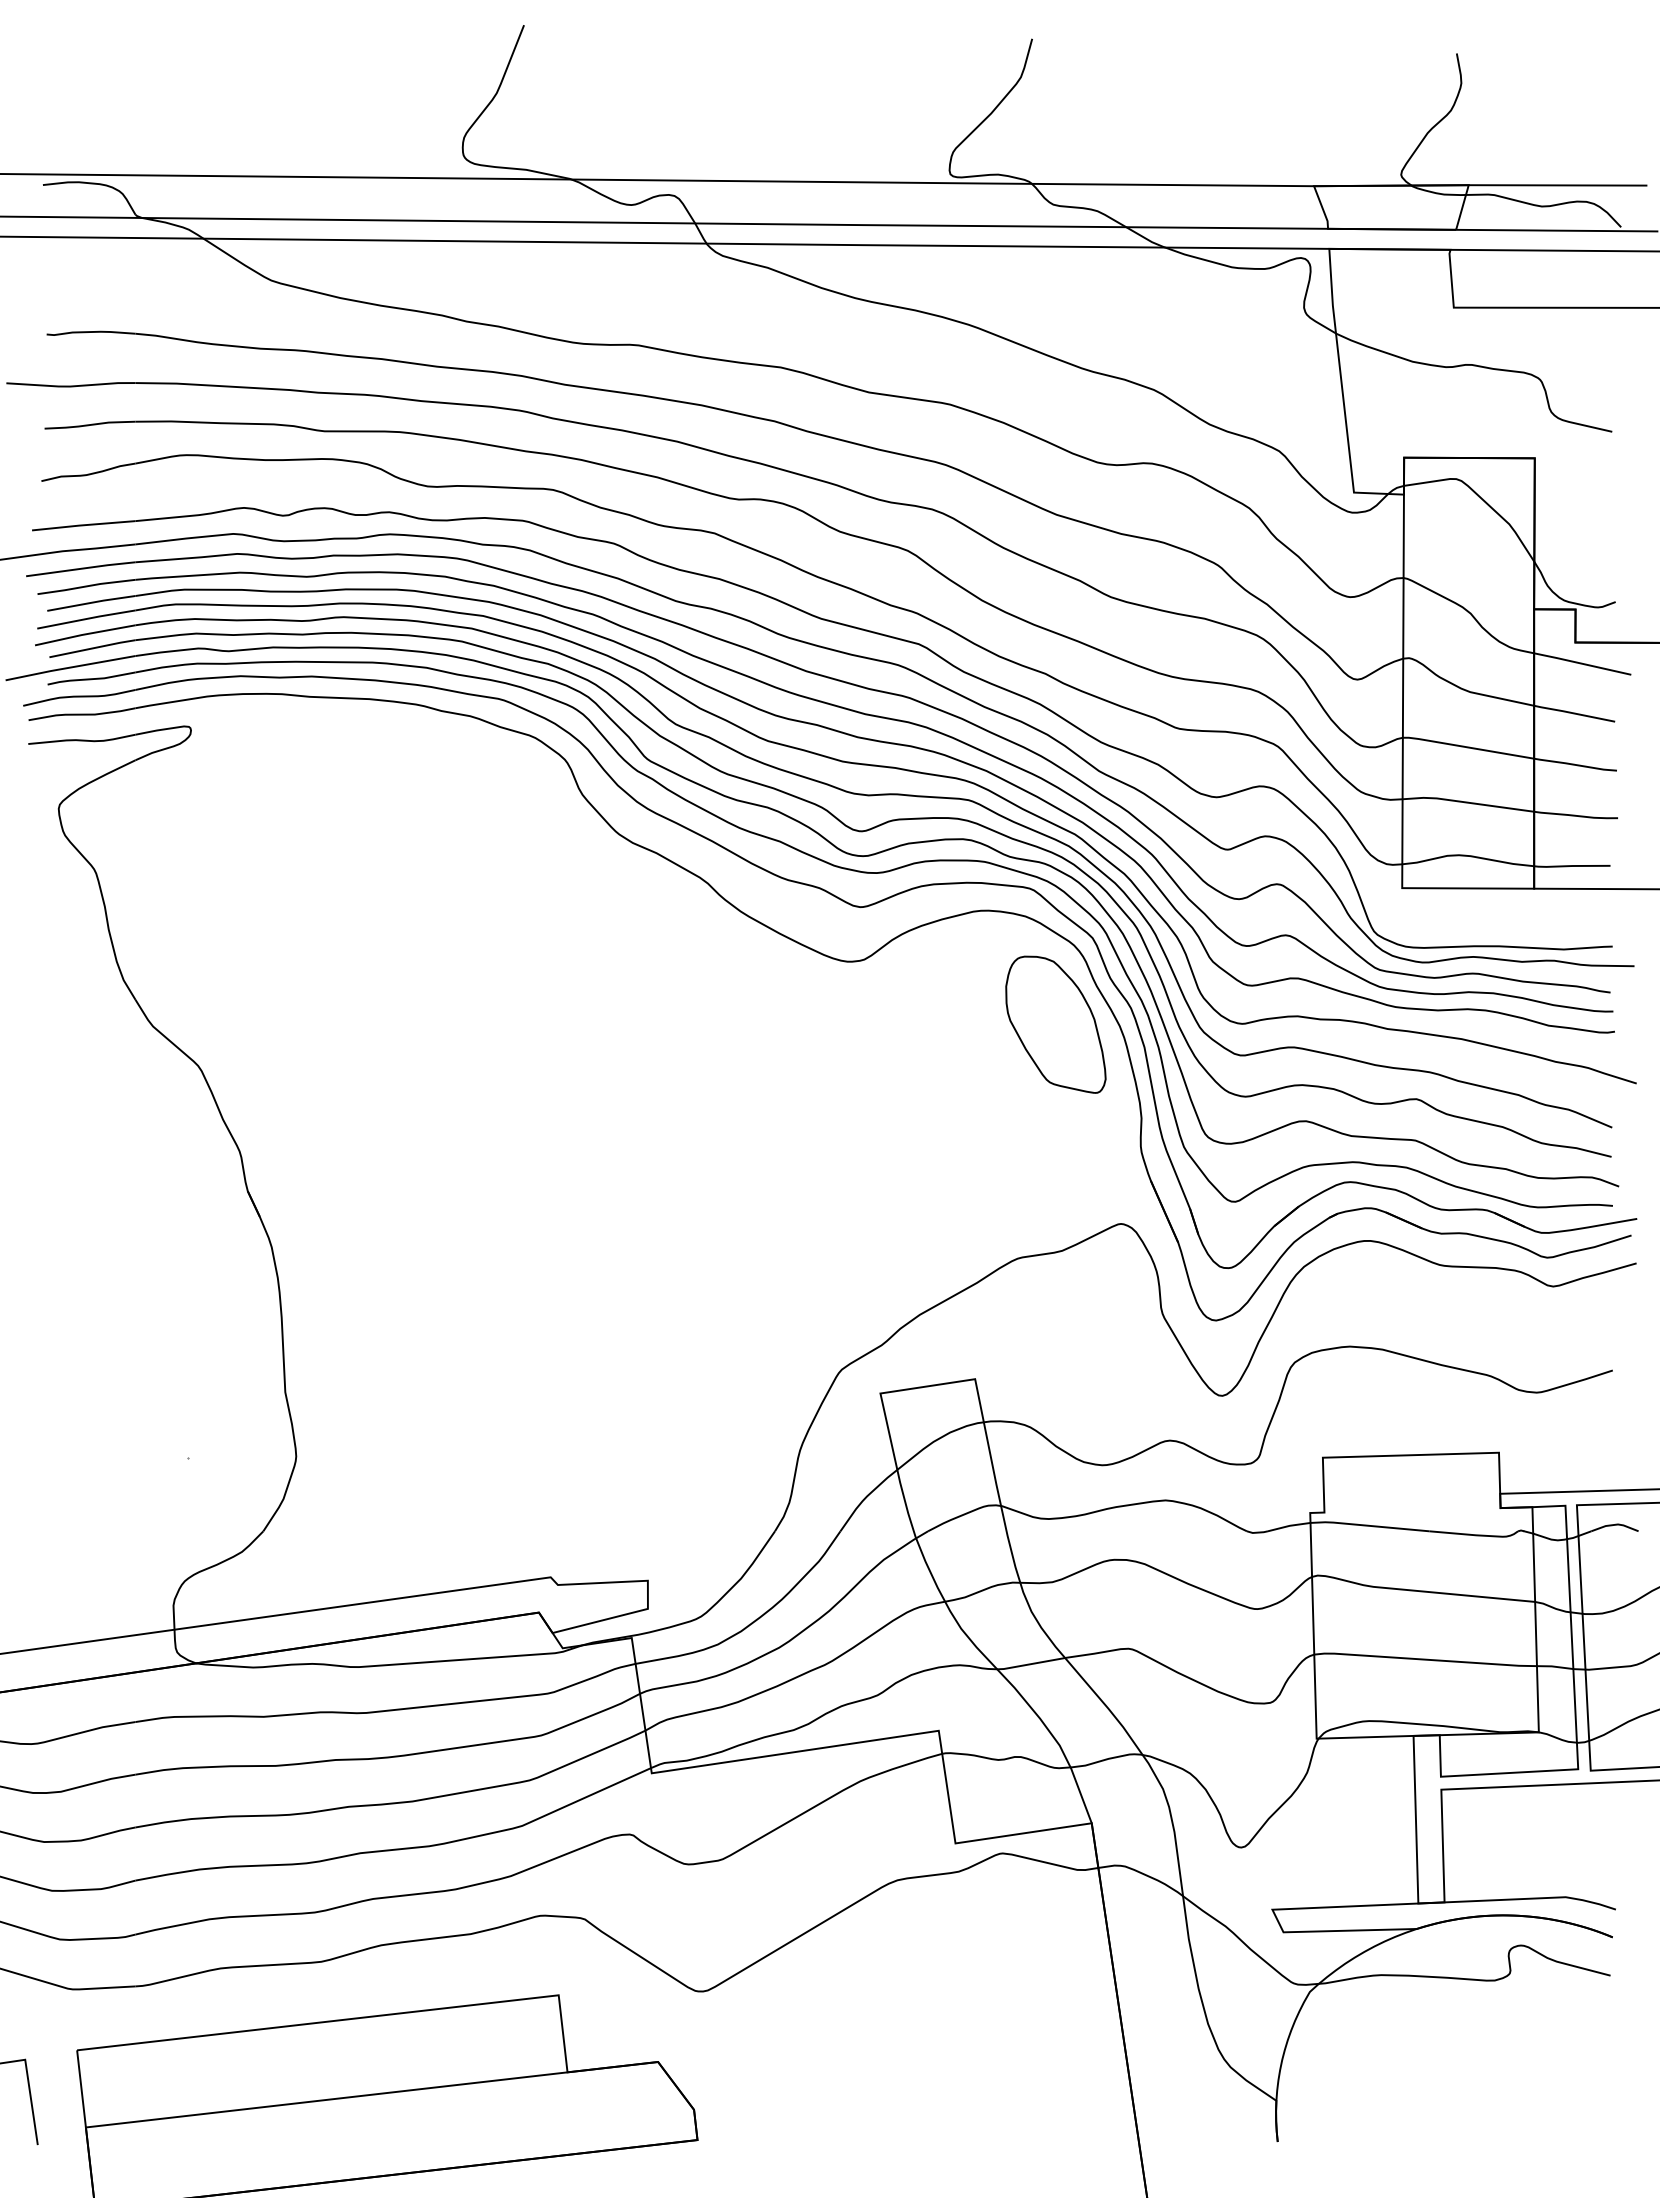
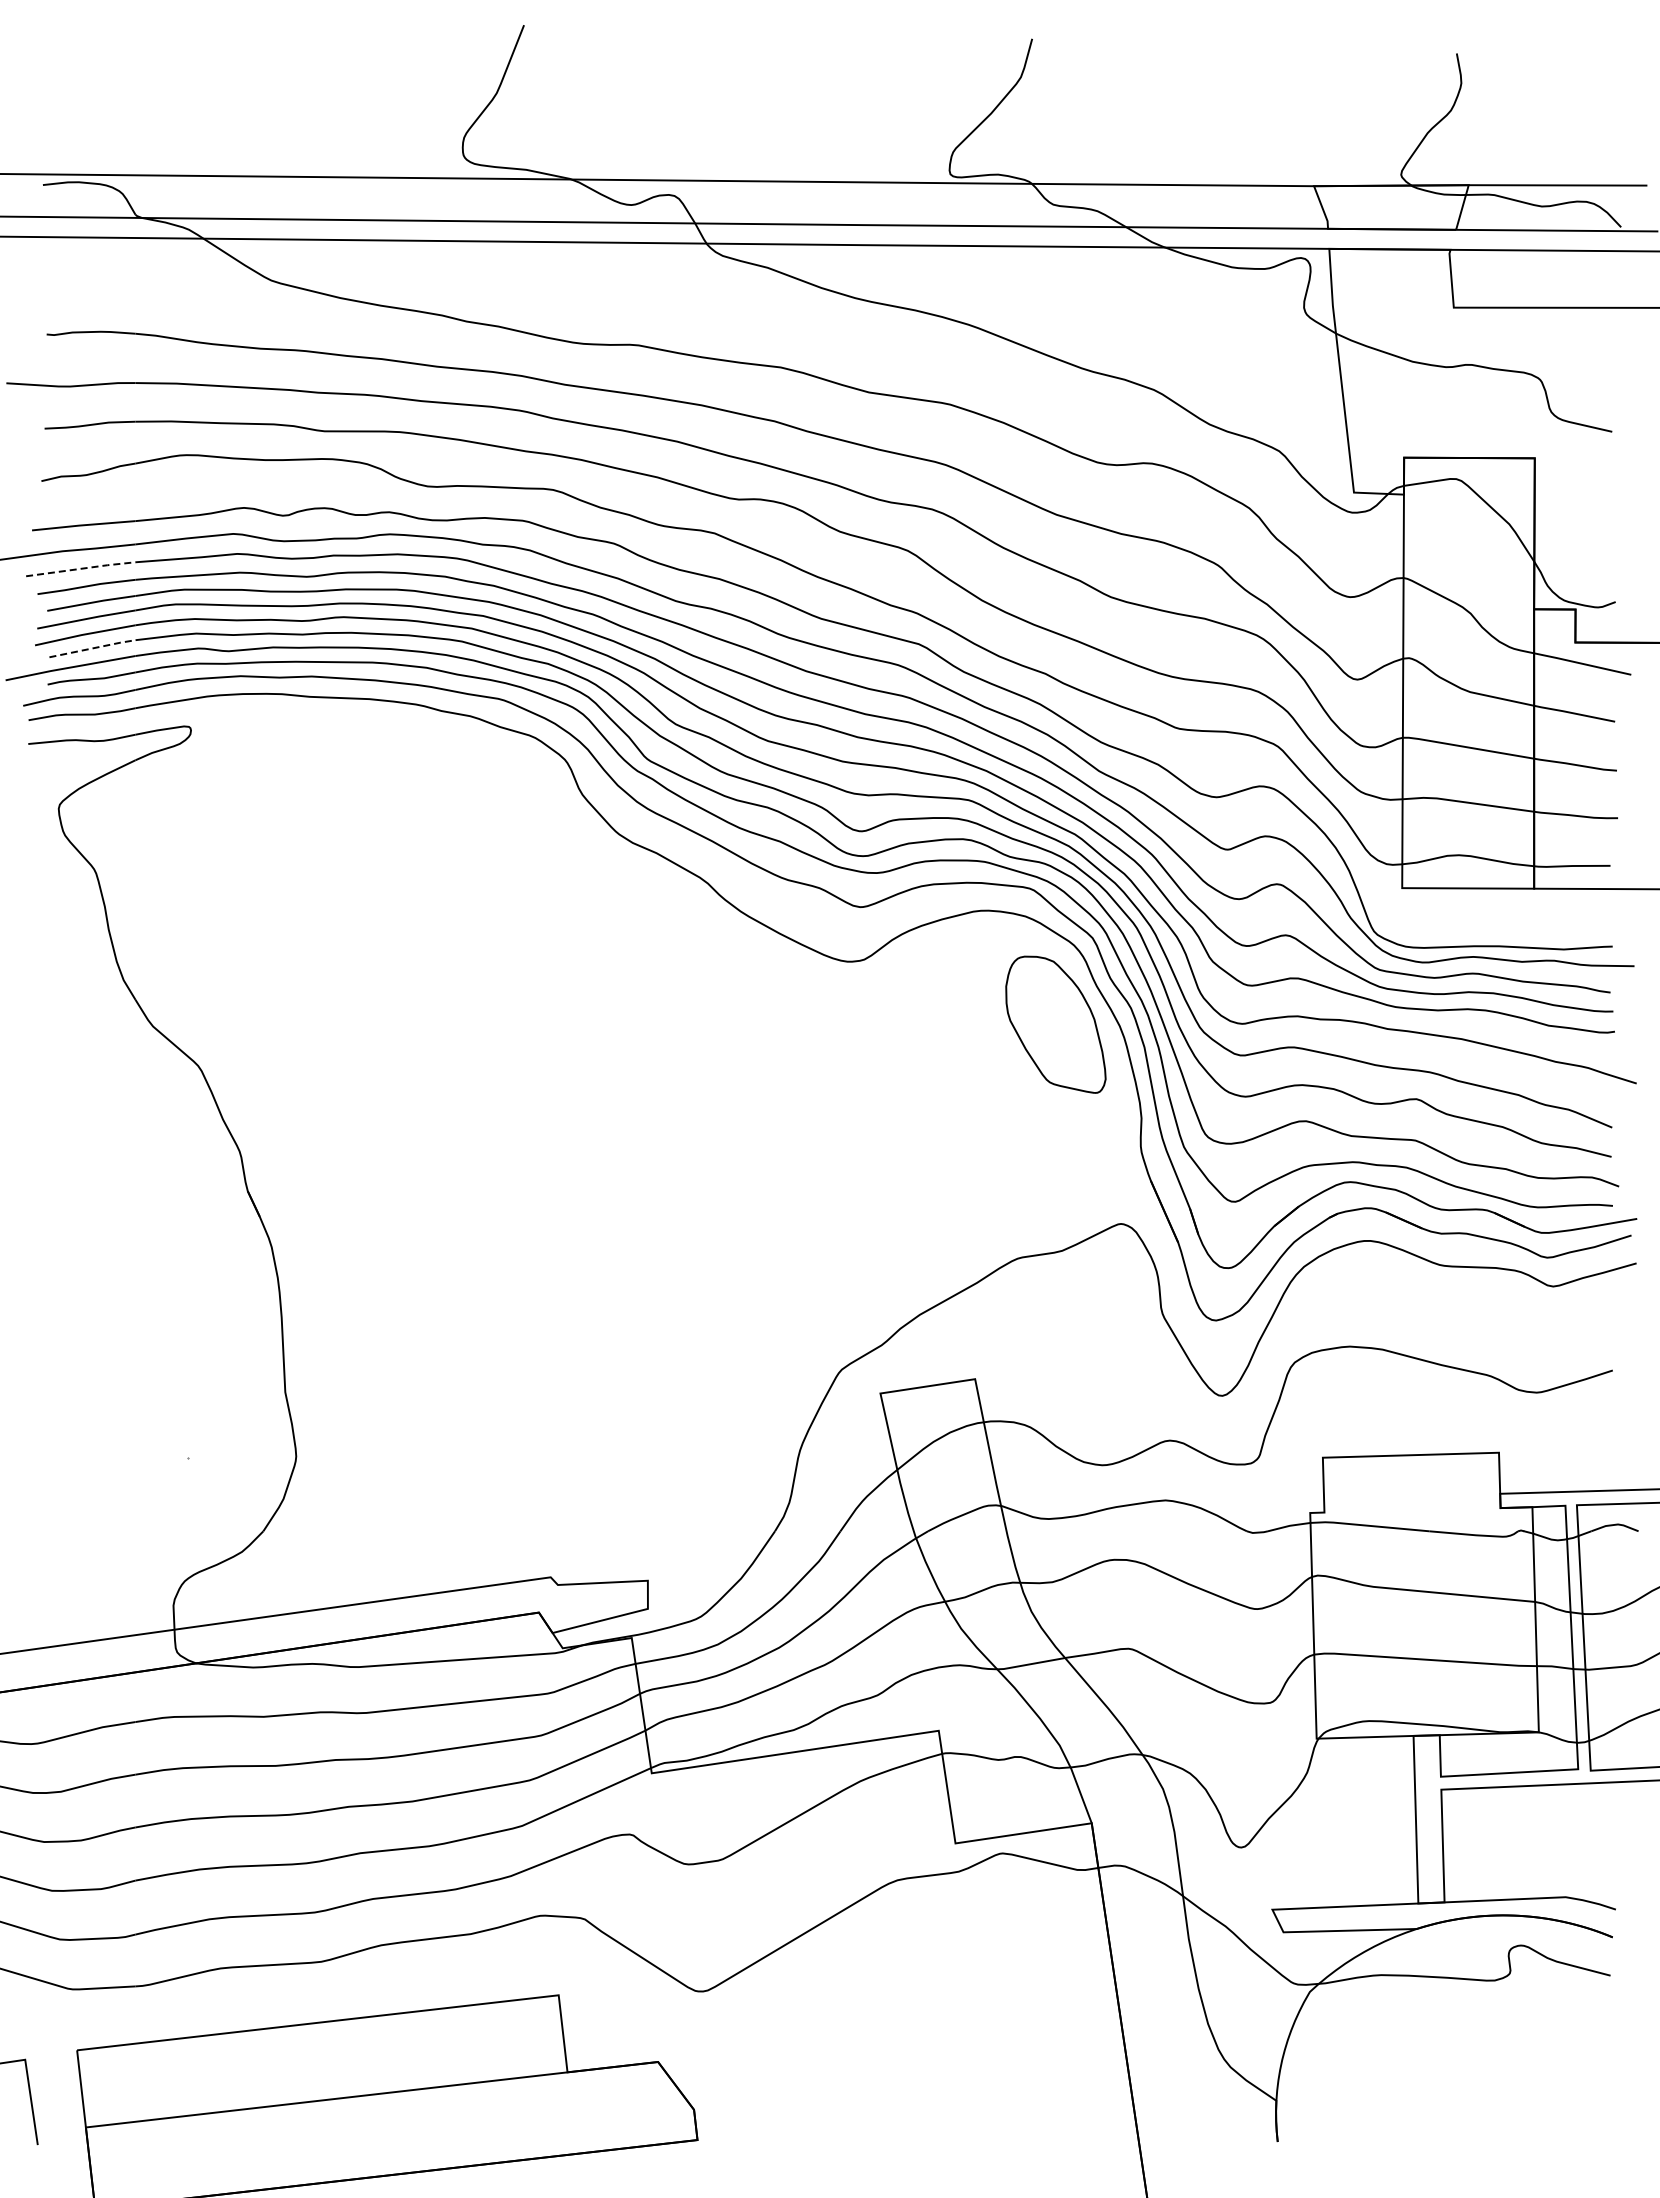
line at (82, 568): solid -> dashed
line at (93, 648): solid -> dashed
